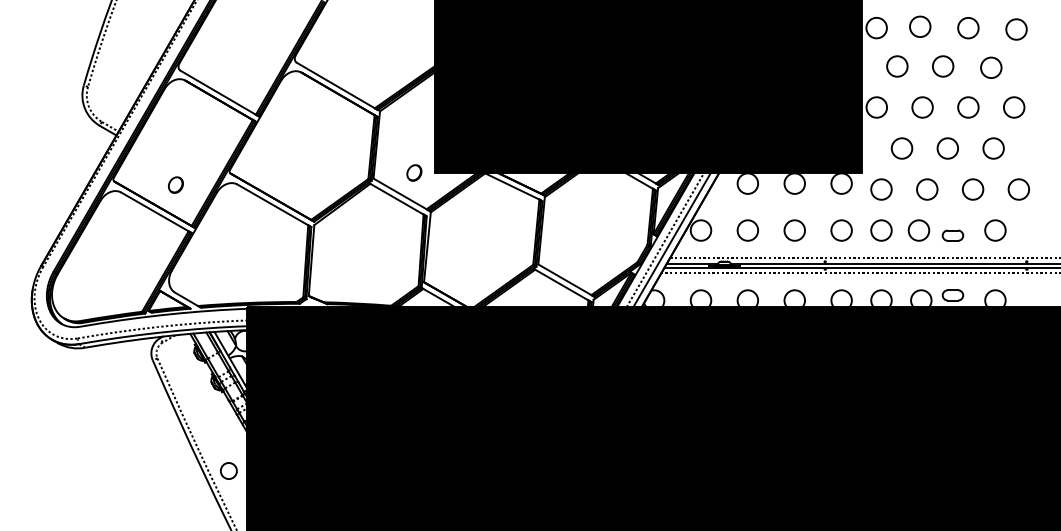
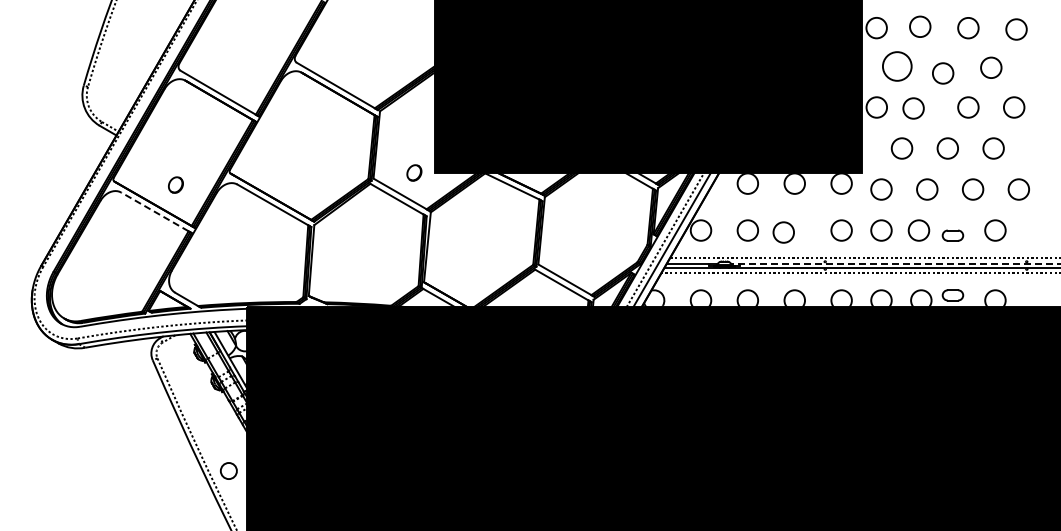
circle at (897, 66) size: 23x23 px -> 31x31 px
circle at (943, 66) position: (943, 66) -> (943, 73)
circle at (922, 107) position: (922, 107) -> (913, 108)
line at (154, 211): solid -> dashed
circle at (794, 230) position: (794, 230) -> (783, 232)
line at (895, 263): solid -> dashed
